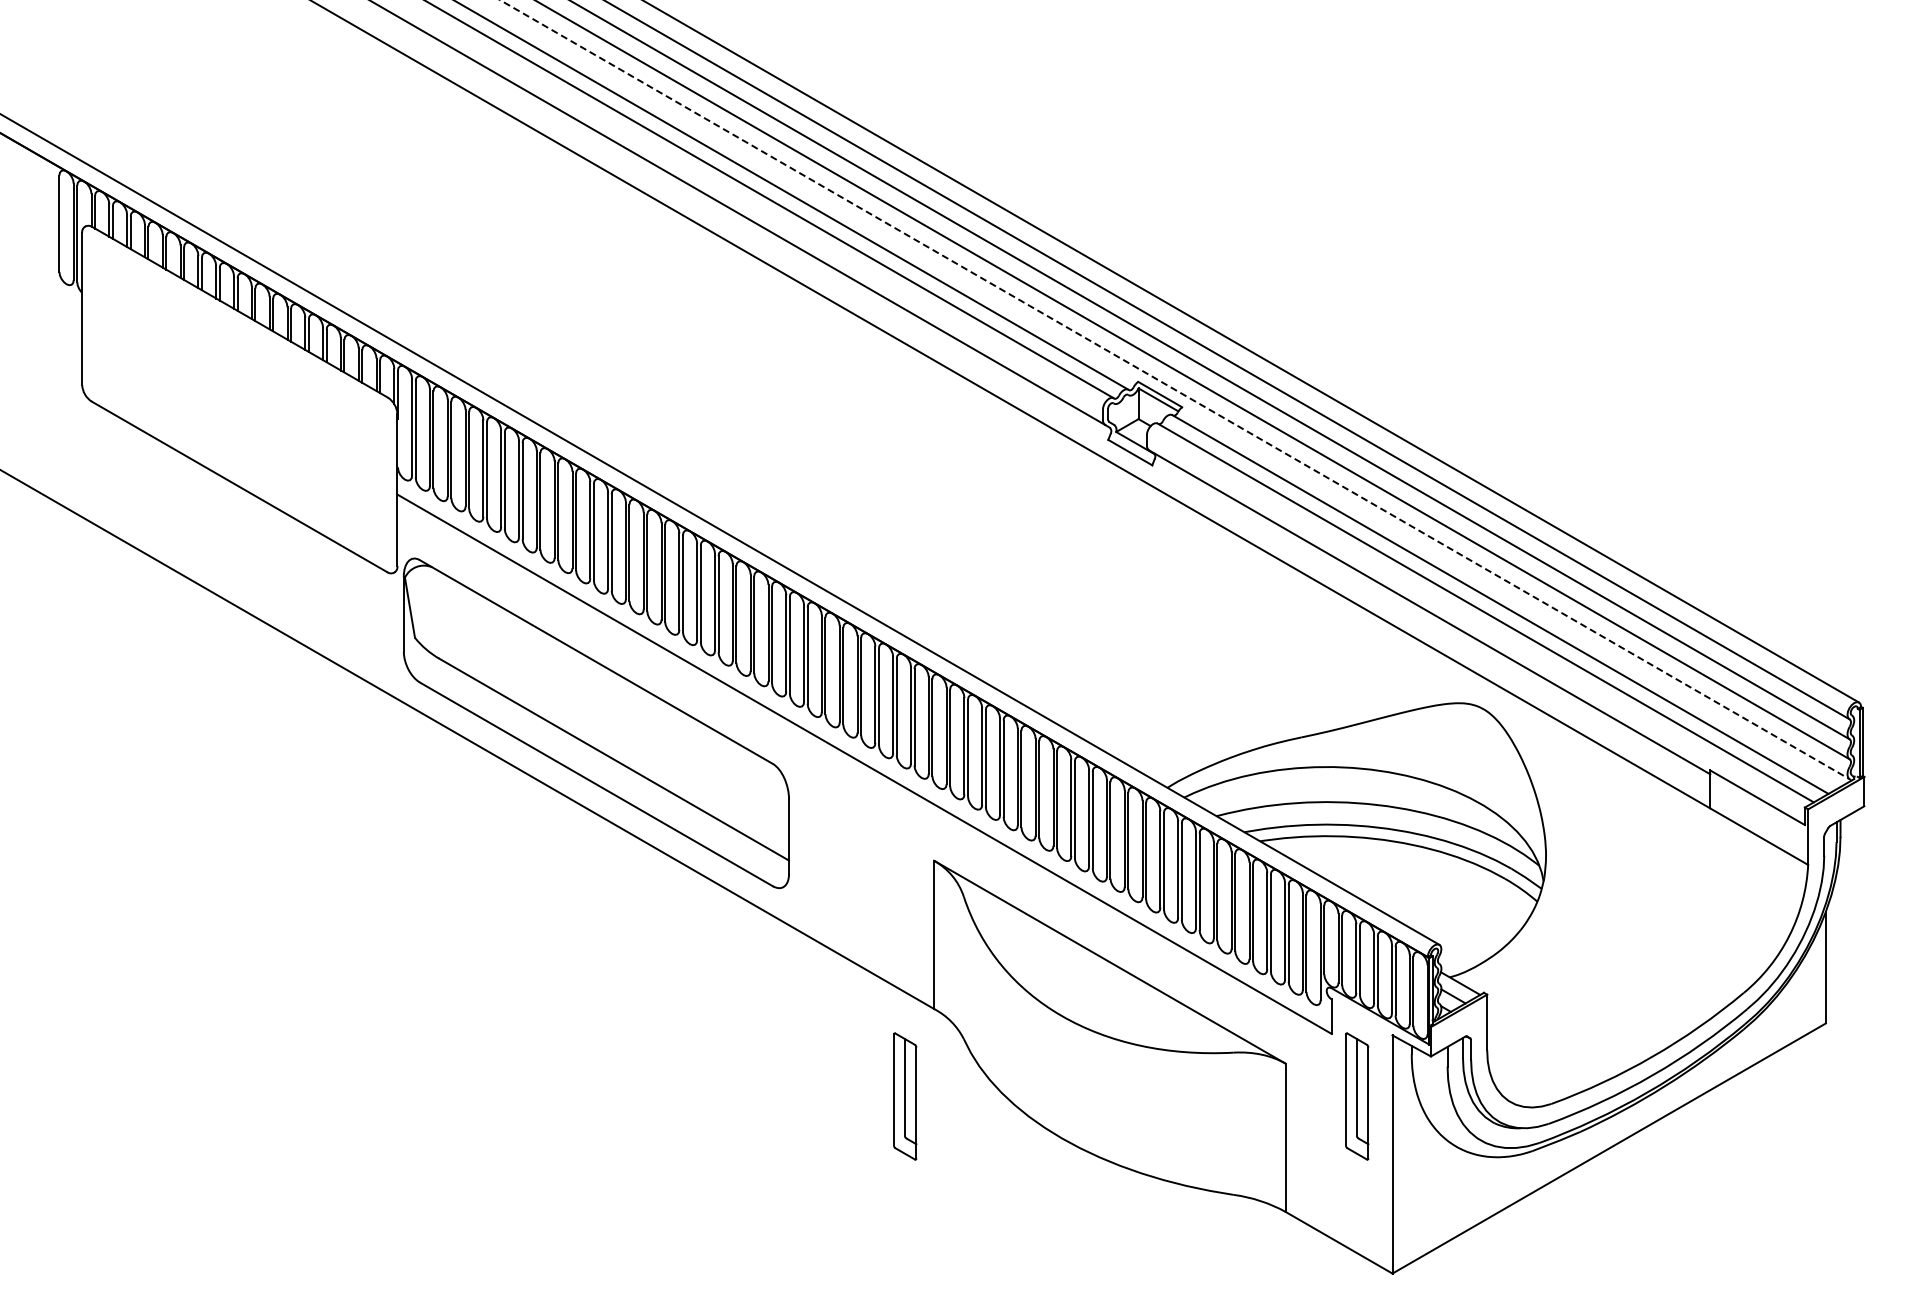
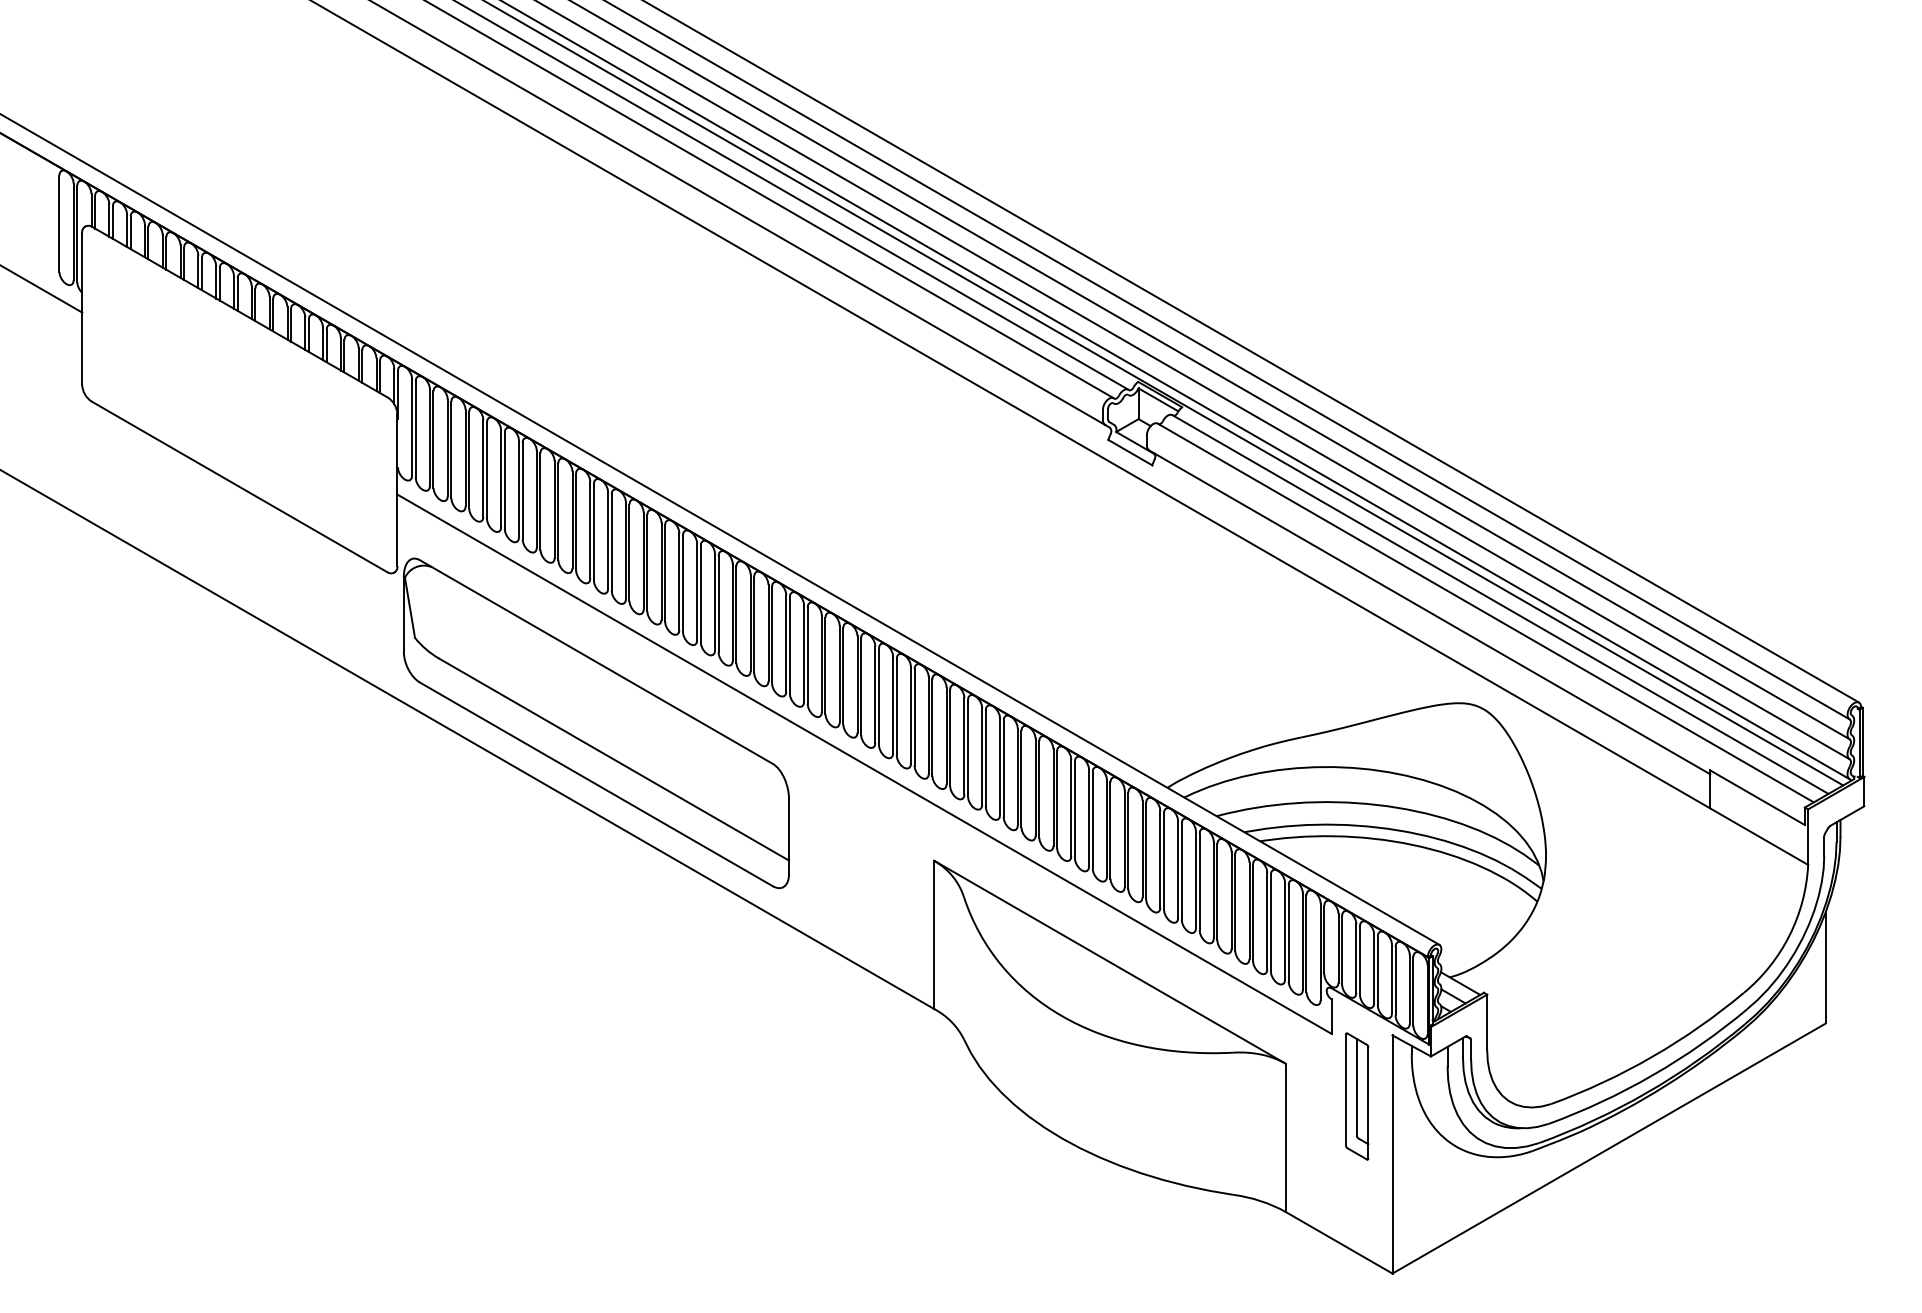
line at (42, 289): none -> present
line at (1175, 389): dashed -> solid
line at (1164, 393): none -> present
part at (905, 1096): present -> none
